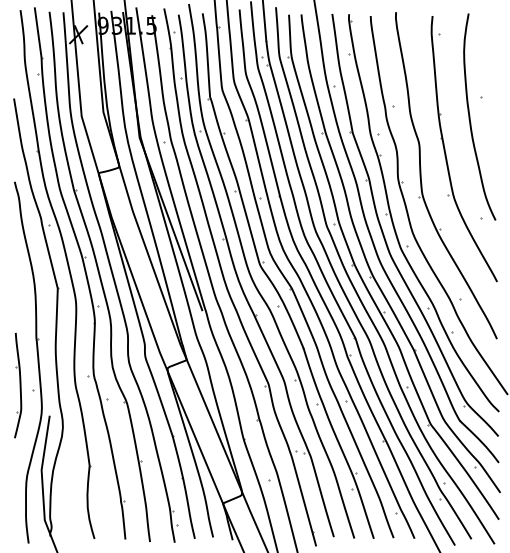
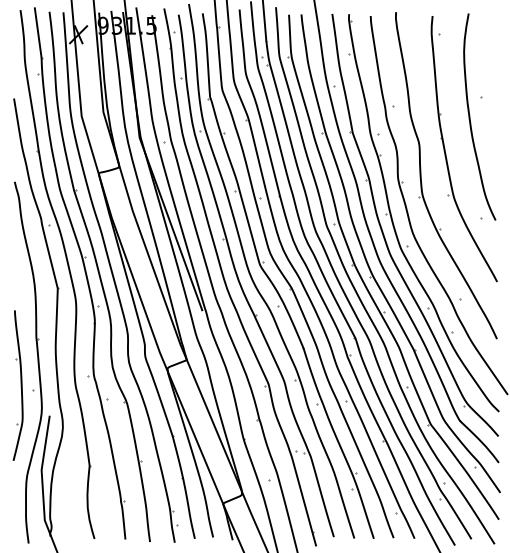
part at (18, 385) size: 9x106 px -> 12x151 px
